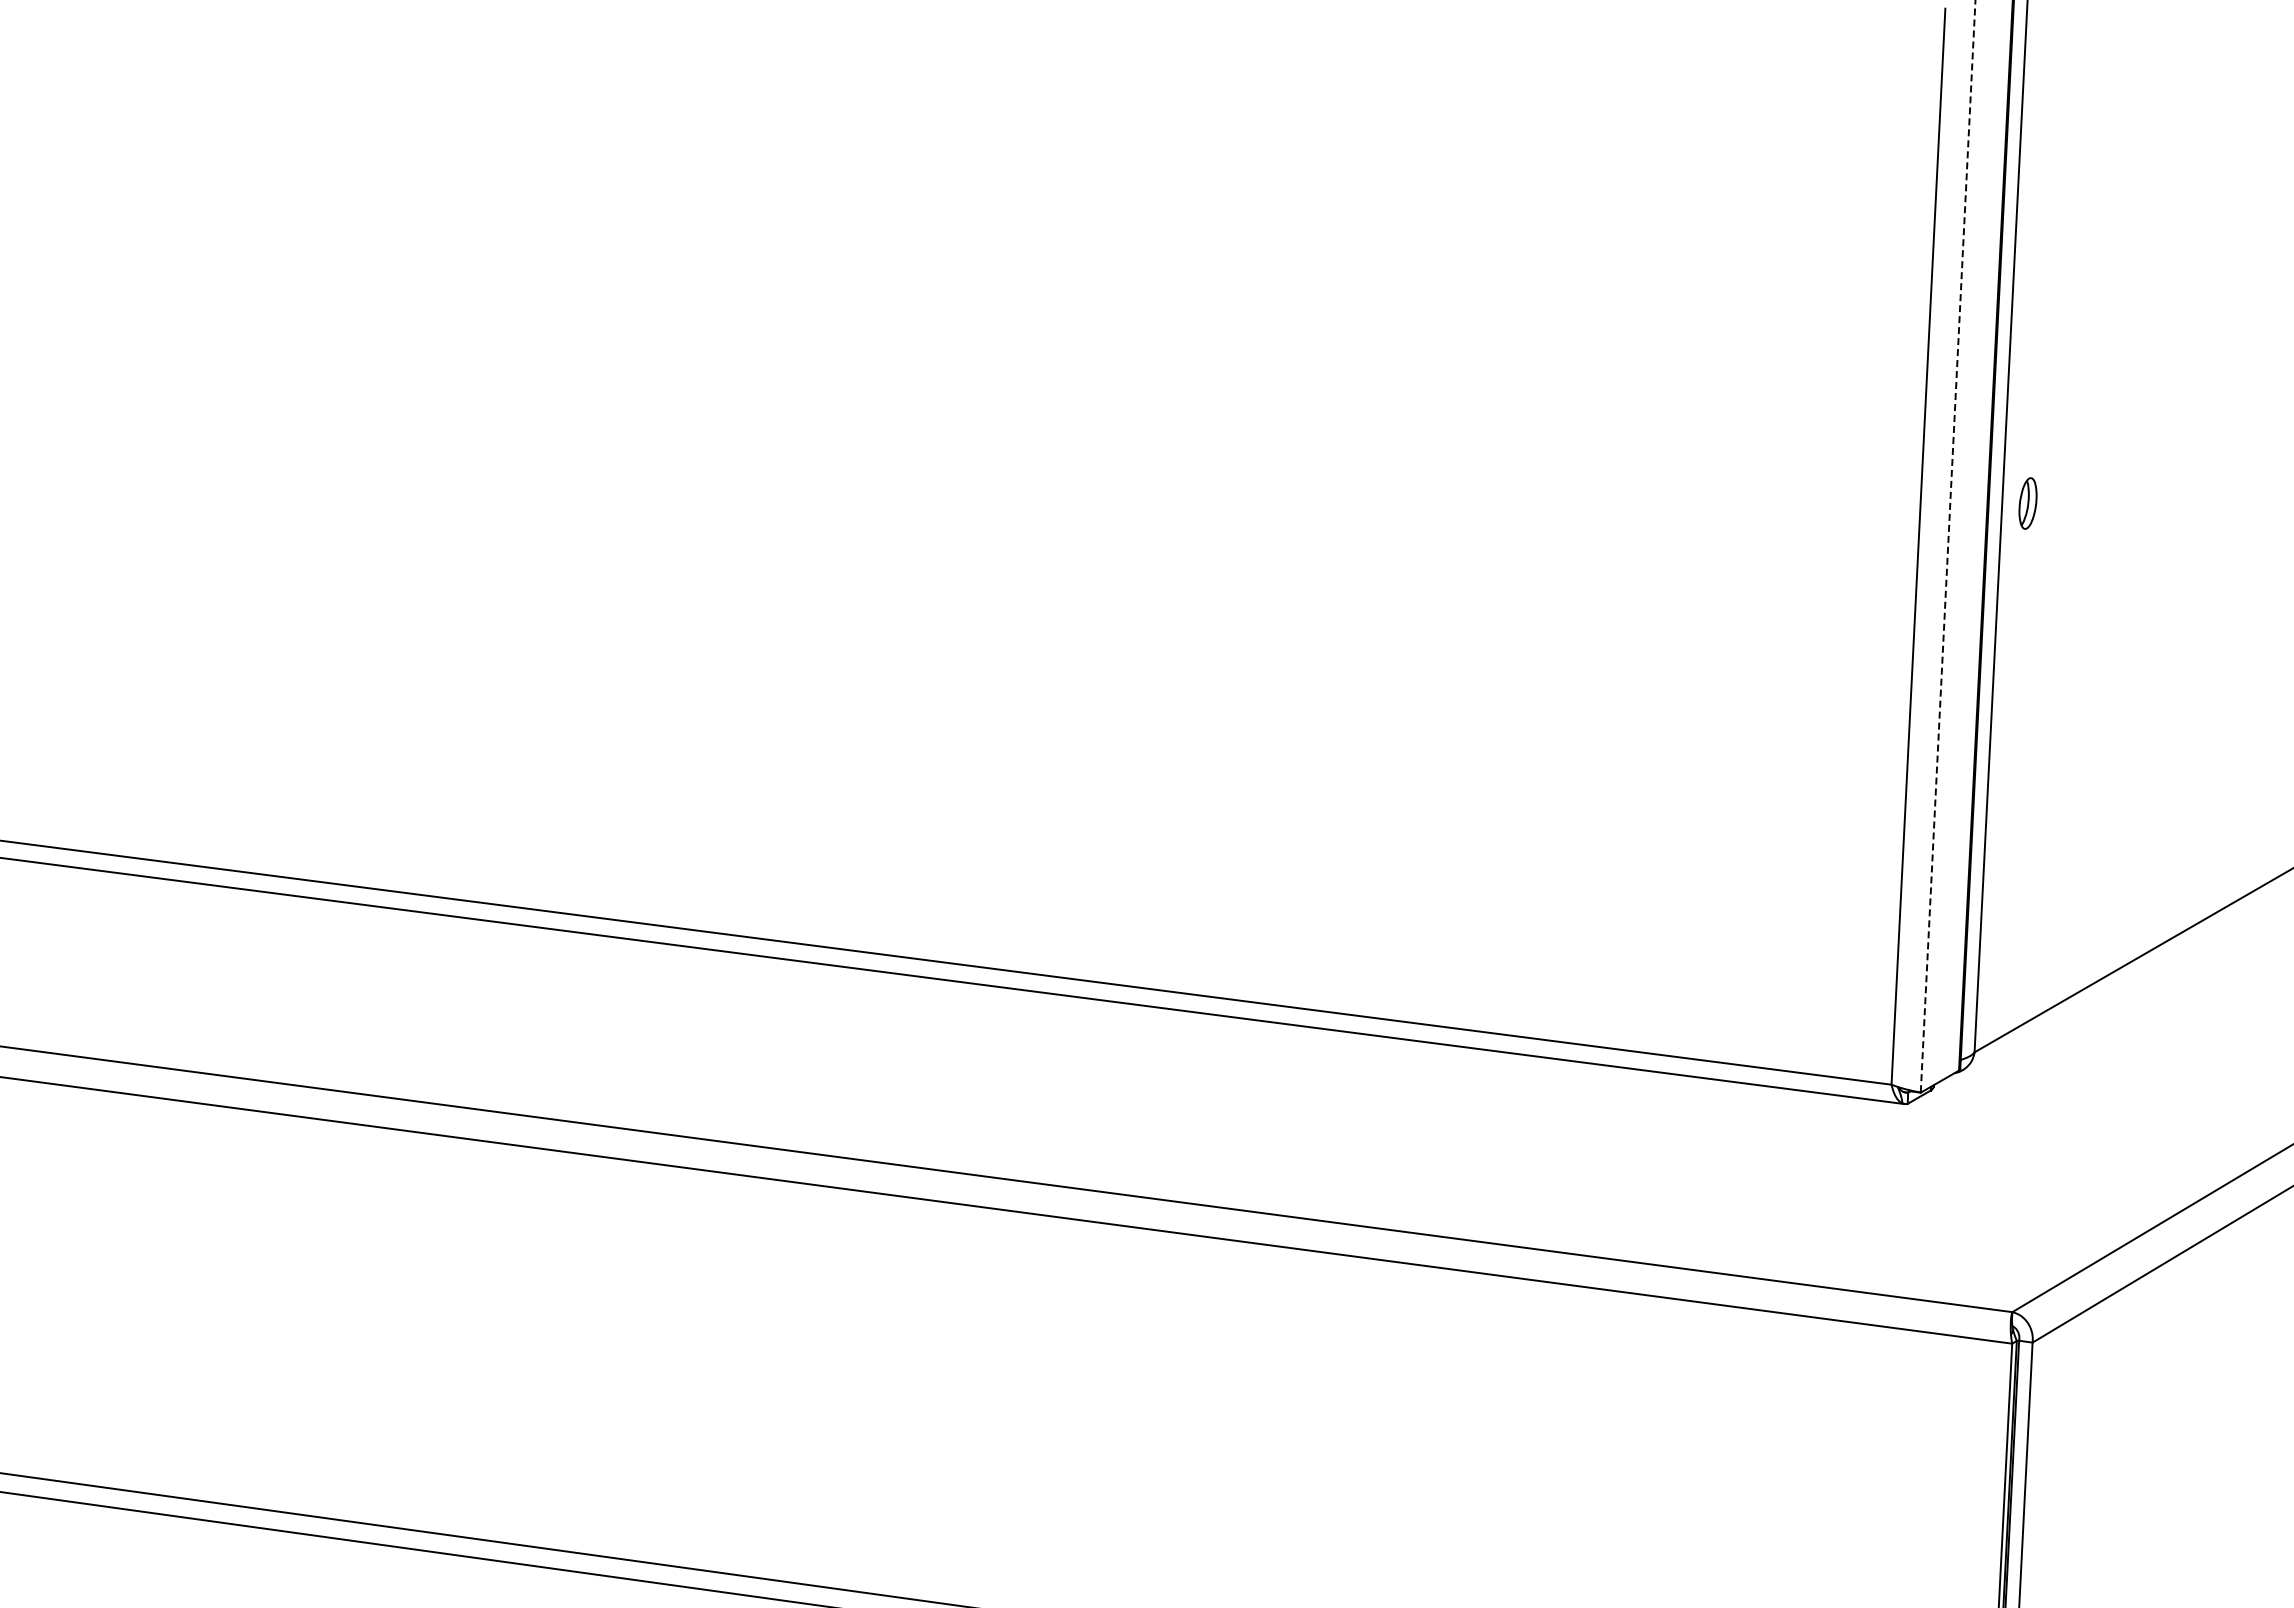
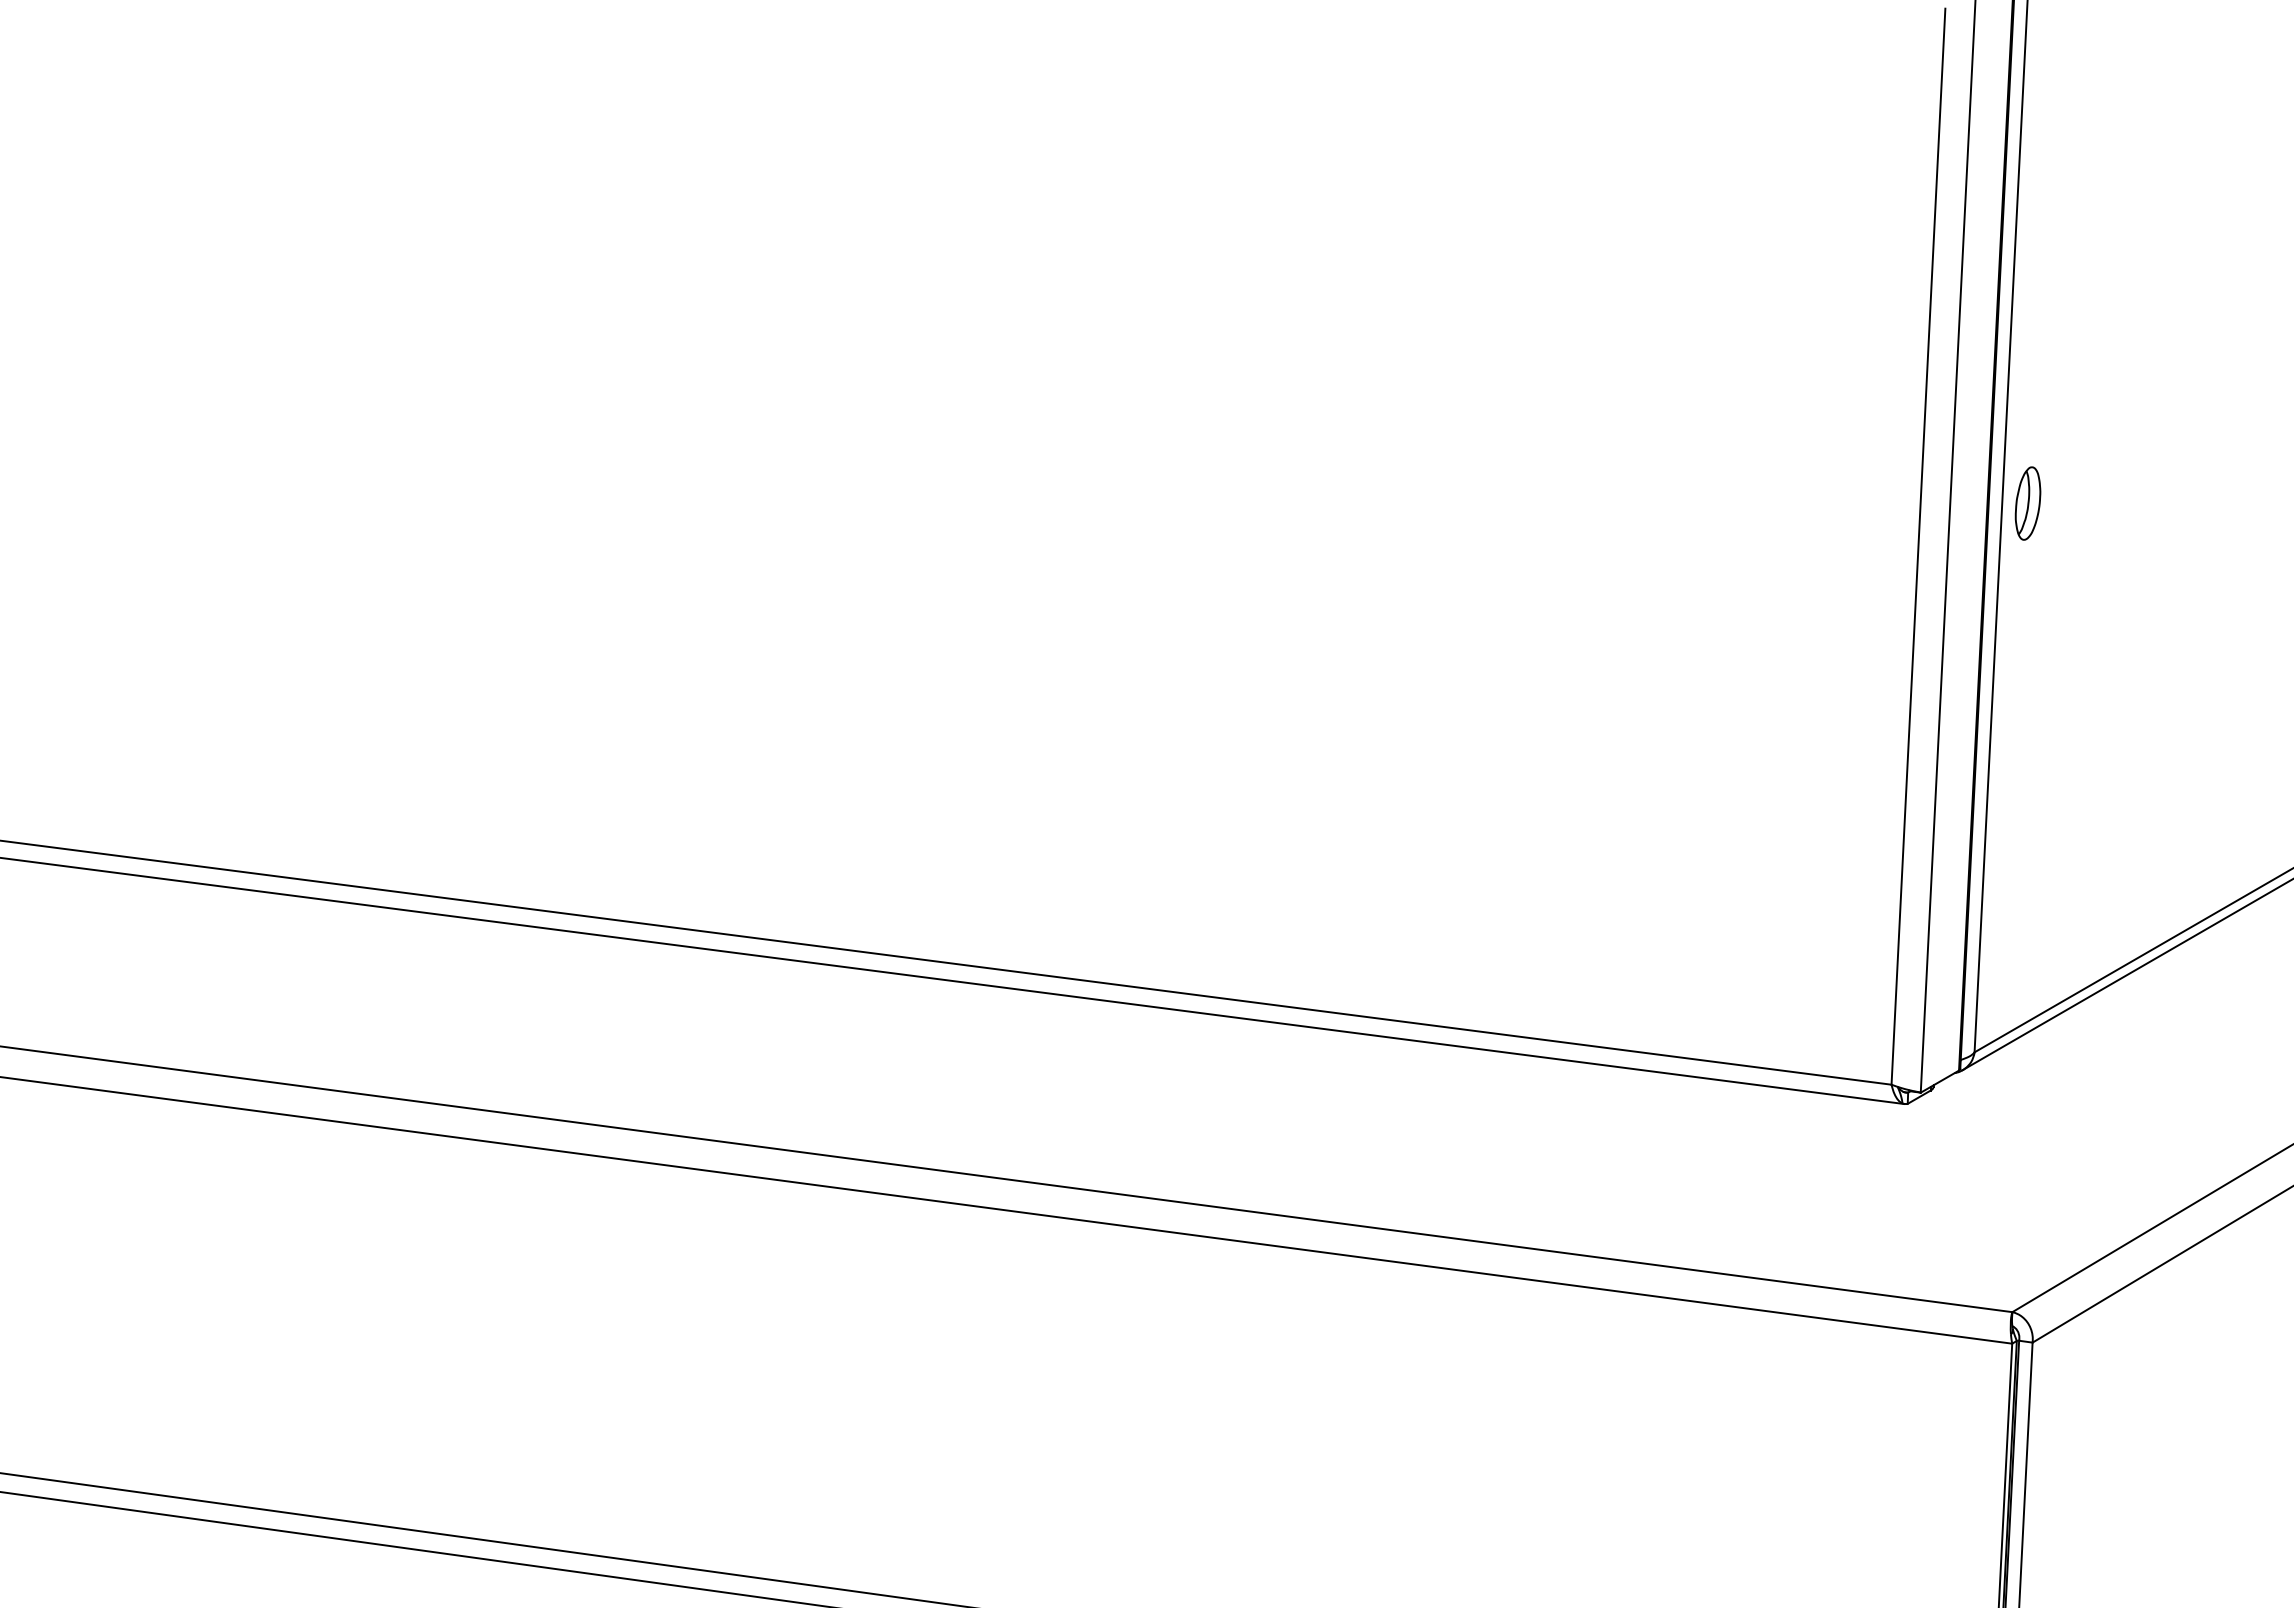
part at (2027, 503) size: 20x53 px -> 28x75 px
line at (1948, 546): dashed -> solid
line at (2126, 975): none -> present
